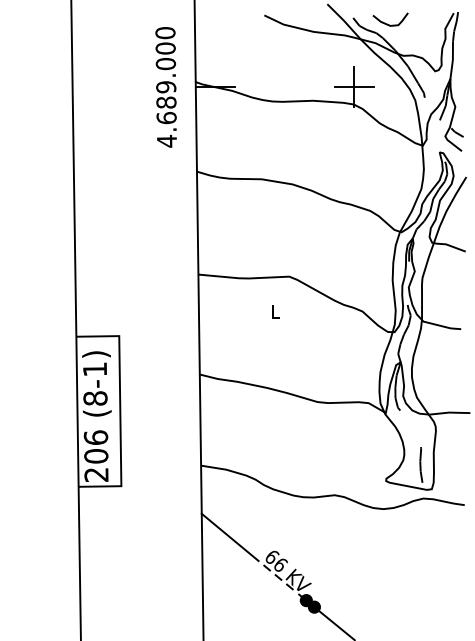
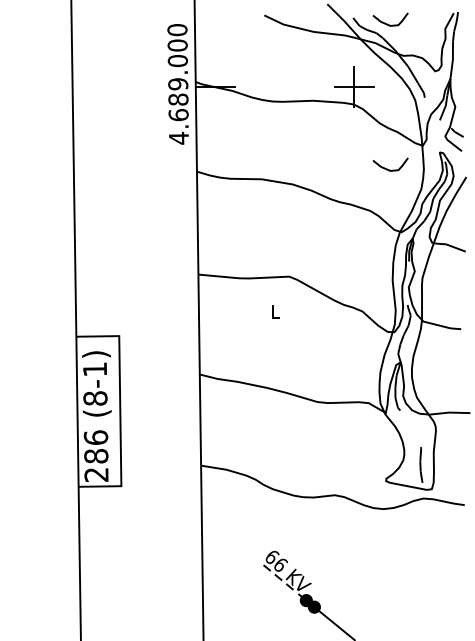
text at (165, 87) position: (165, 87) -> (177, 84)
curve at (387, 168): none -> present
text at (96, 456): 206 -> 286
line at (229, 536): present -> none
